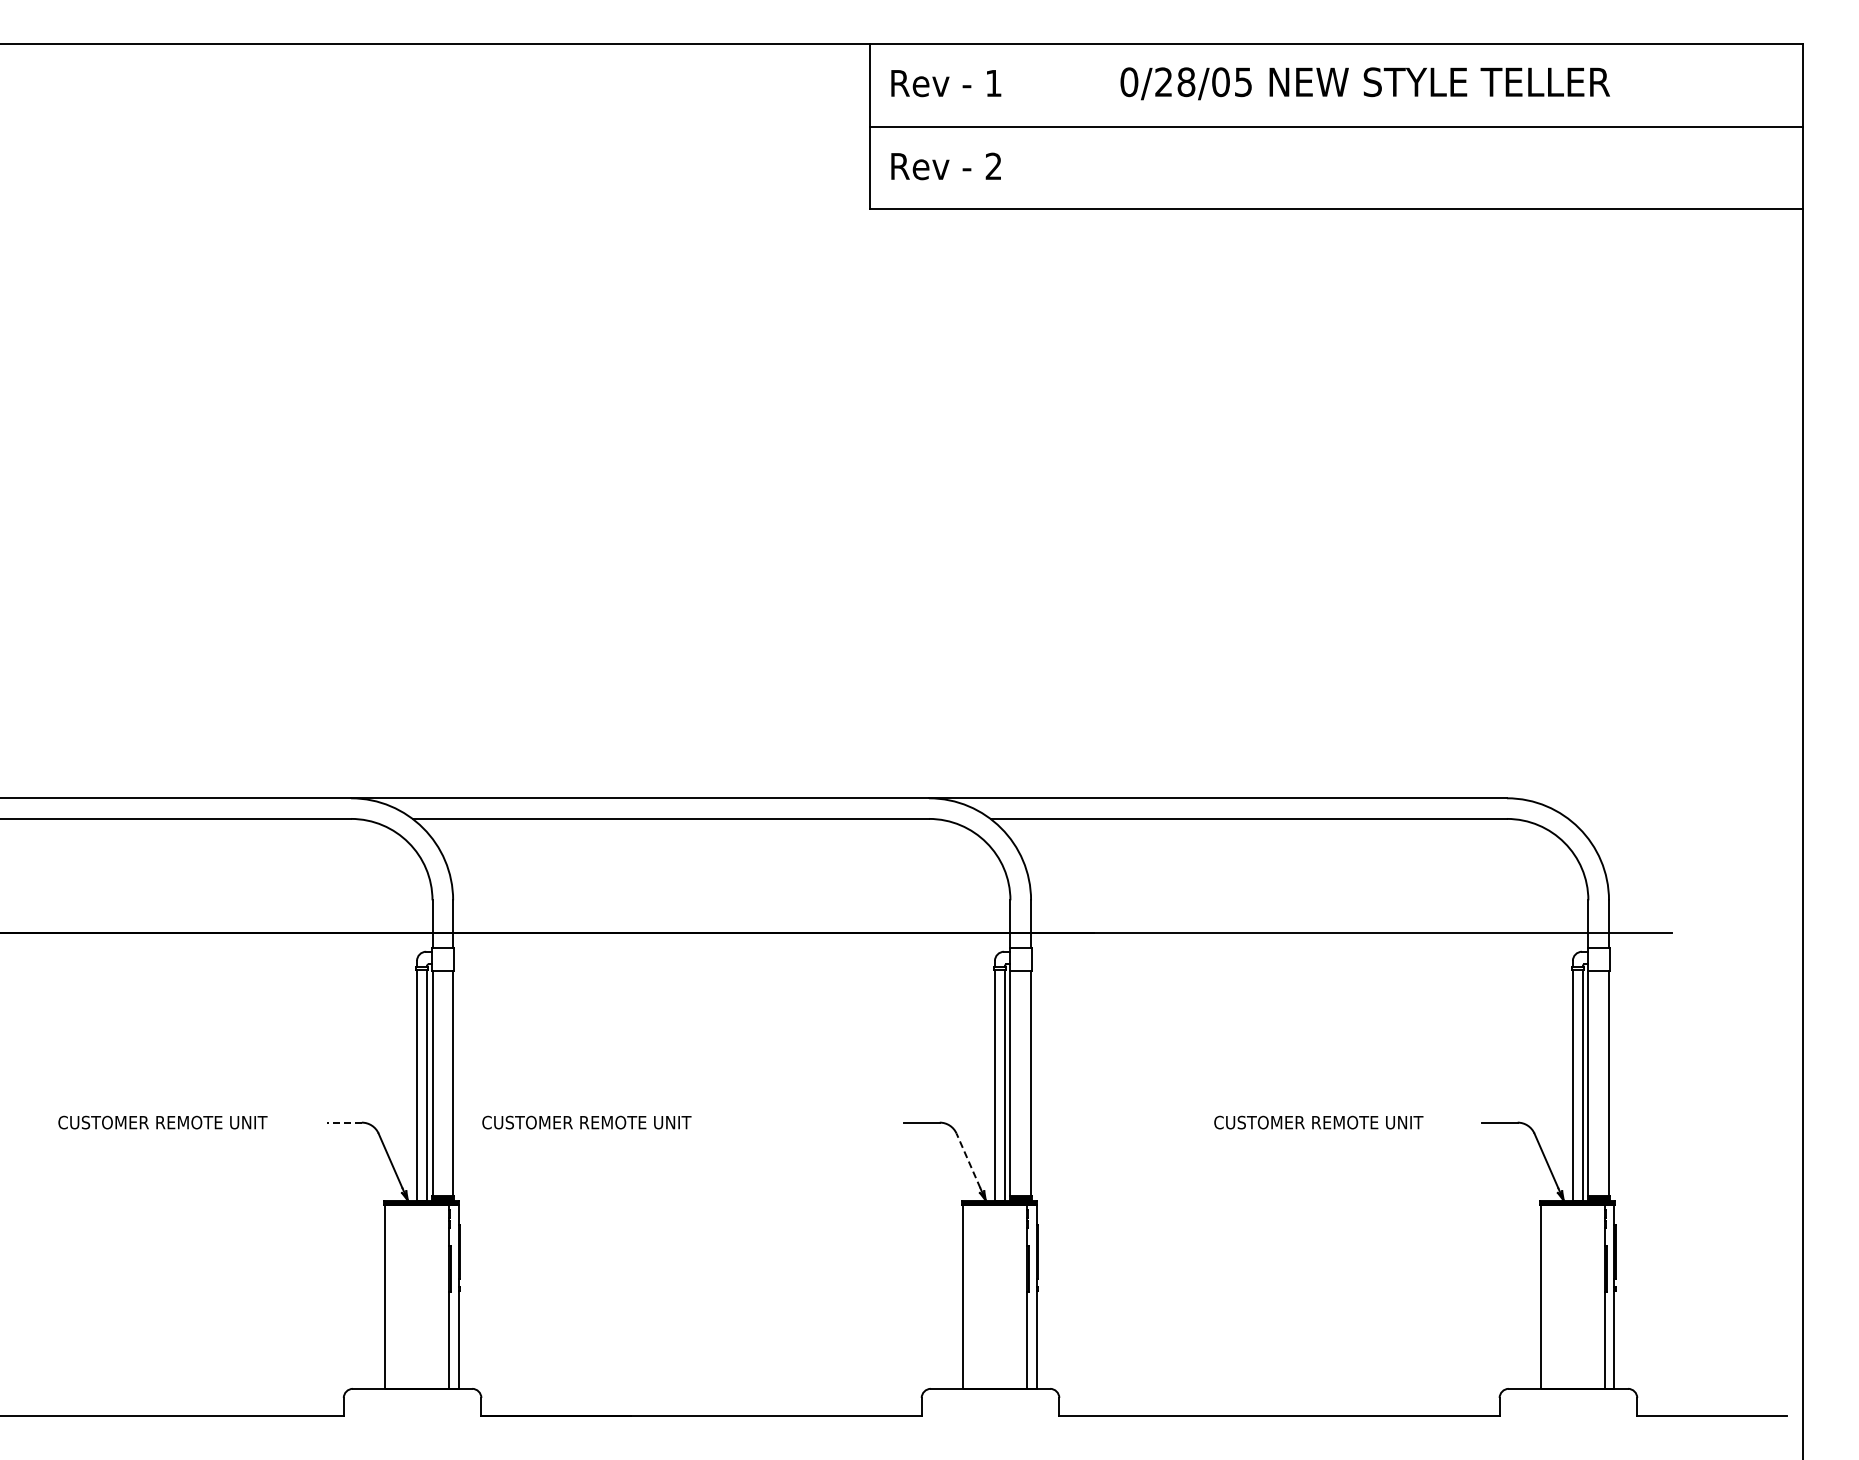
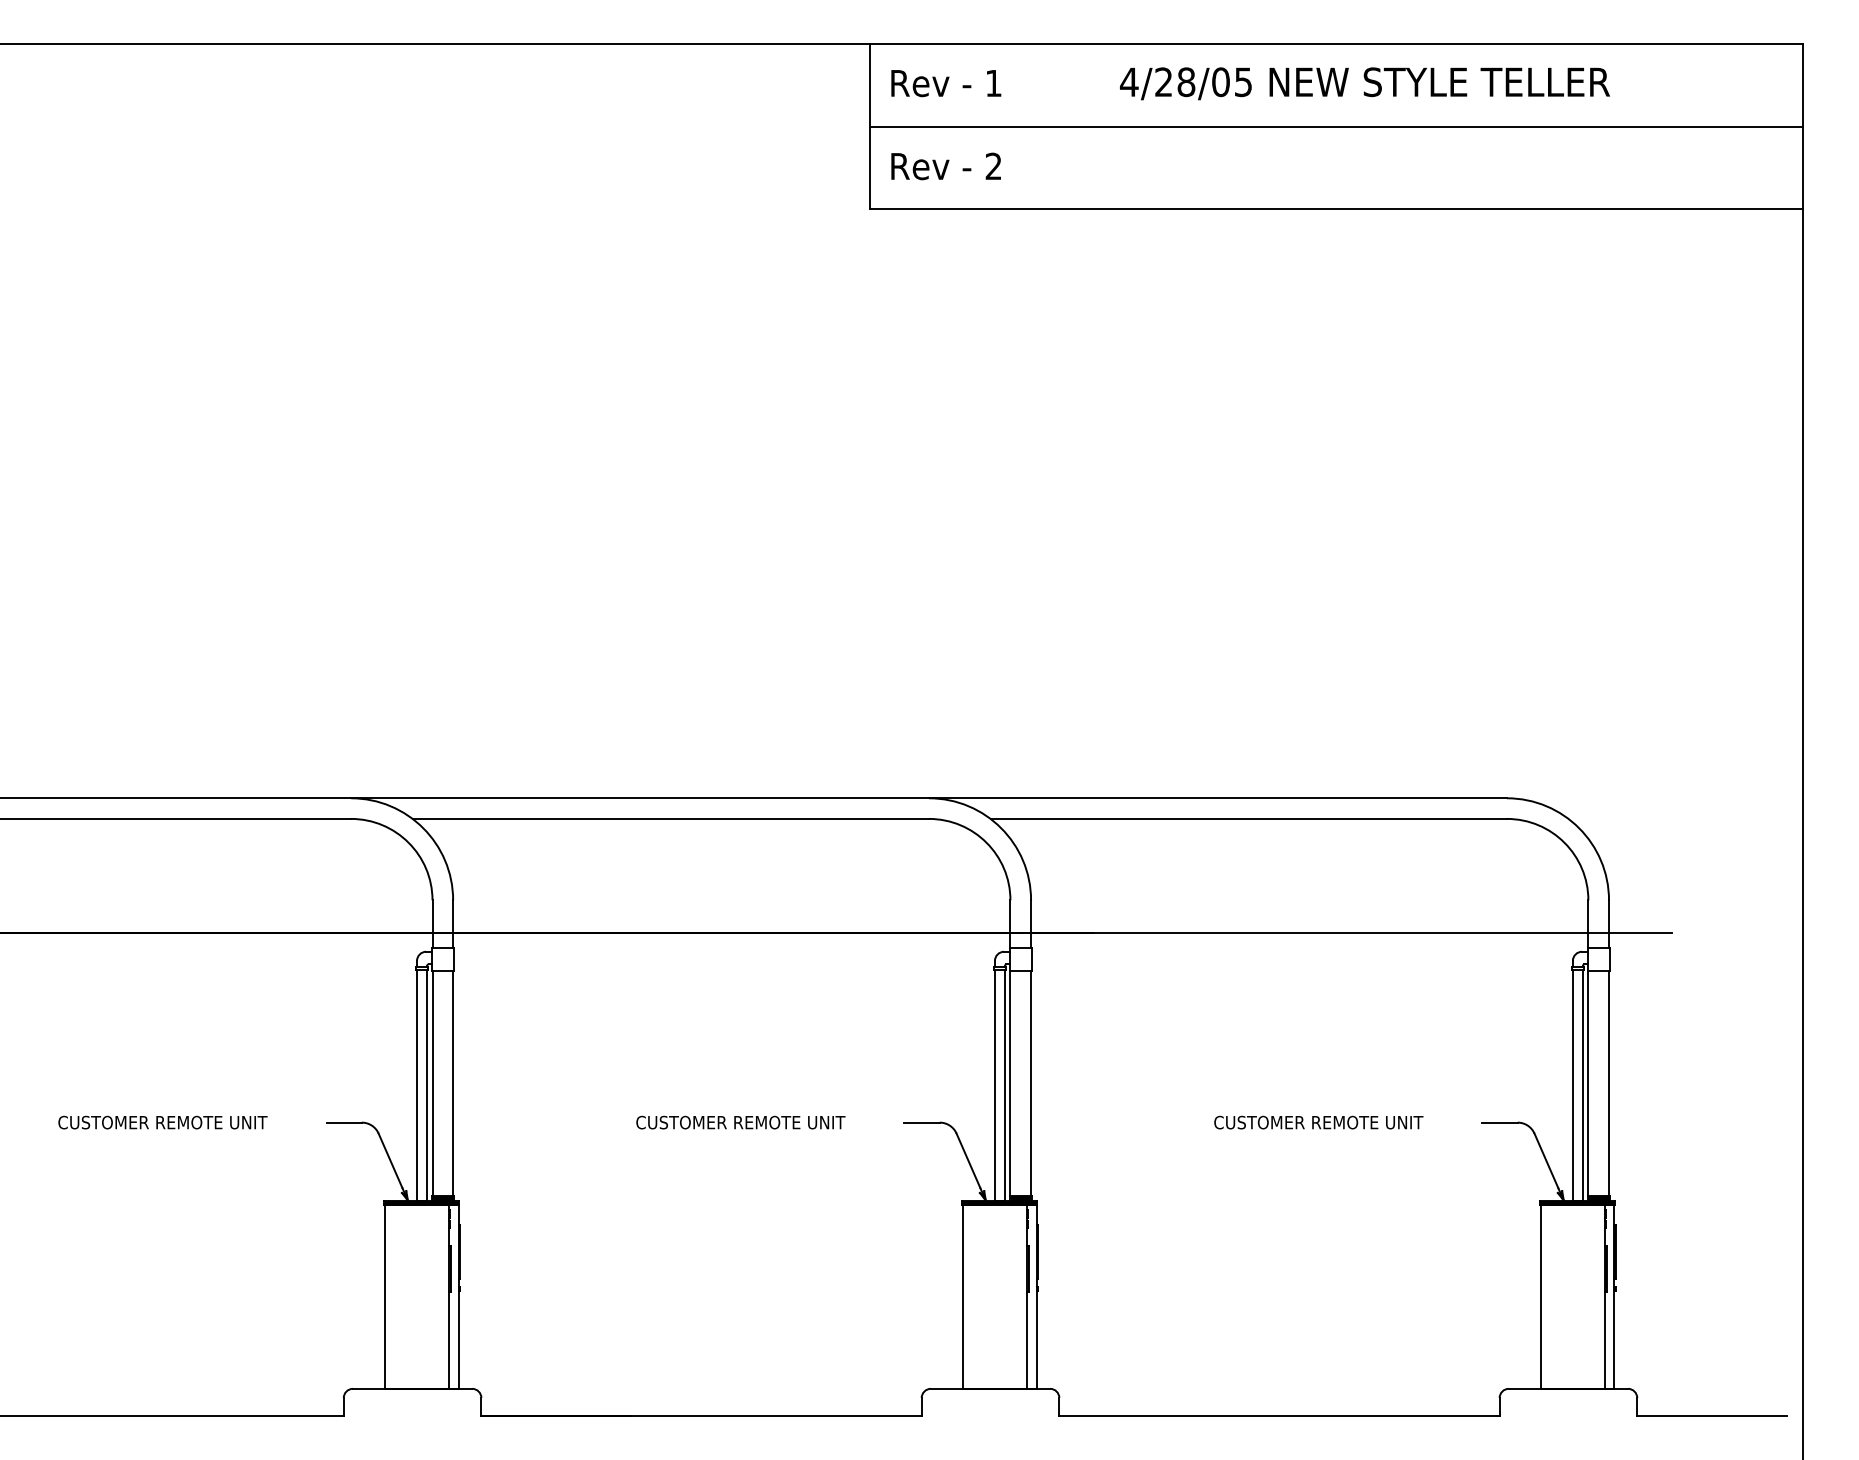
text at (1129, 82): 0/28/05 -> 4/28/05
line at (344, 1122): dashed -> solid
text at (586, 1122) position: (586, 1122) -> (740, 1122)
line at (968, 1160): dashed -> solid
